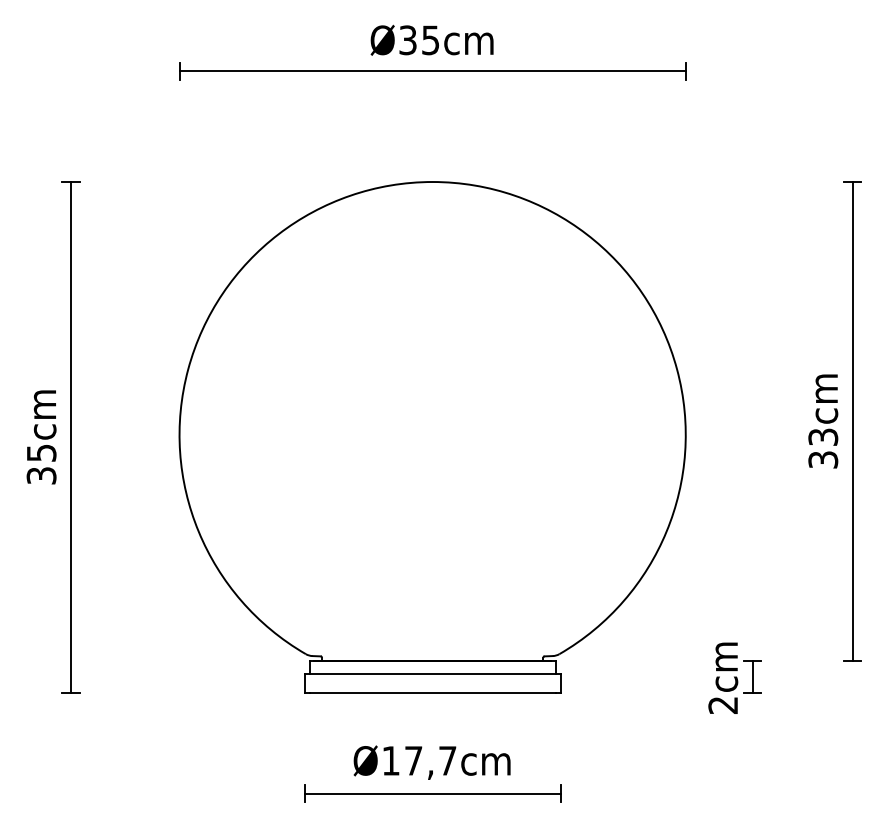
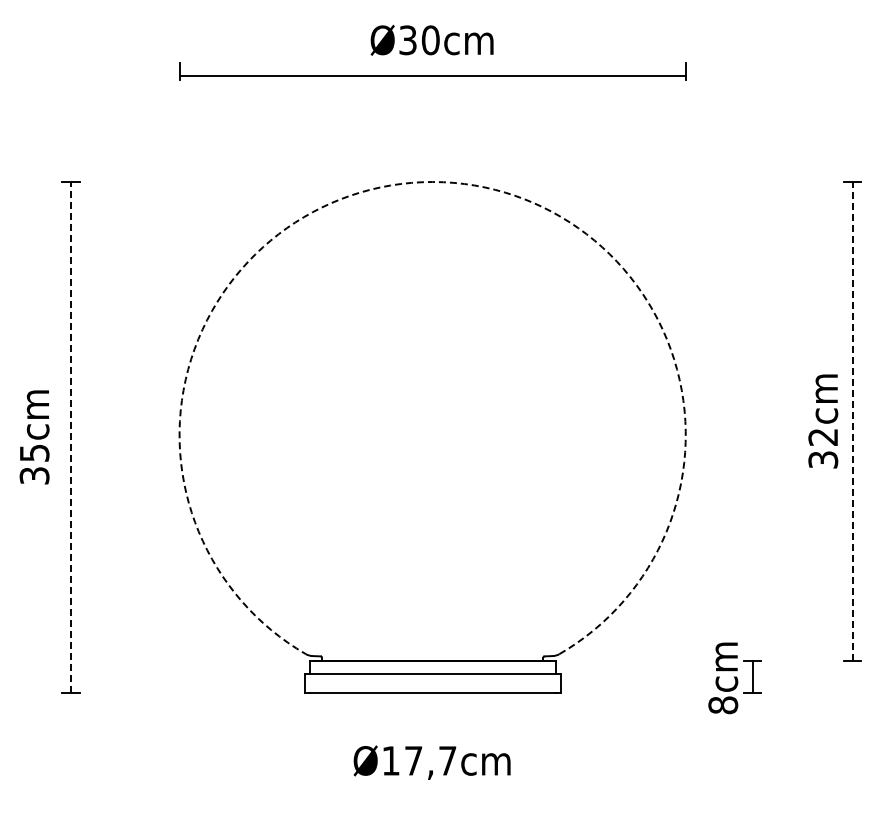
text at (430, 40): Ø35cm -> Ø30cm
line at (432, 71) position: (432, 71) -> (432, 76)
arc at (432, 182): solid -> dashed
line at (852, 420): solid -> dashed
line at (71, 436): solid -> dashed
text at (823, 436): 33cm -> 32cm
text at (41, 437) position: (41, 437) -> (34, 437)
text at (723, 705): 2cm -> 8cm
part at (432, 793): present -> none
